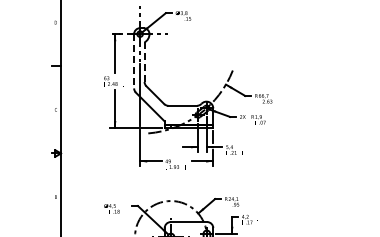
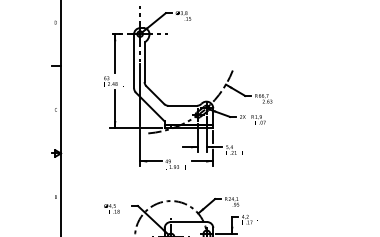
line at (134, 61): dashed -> solid
line at (144, 62): dashed -> solid
